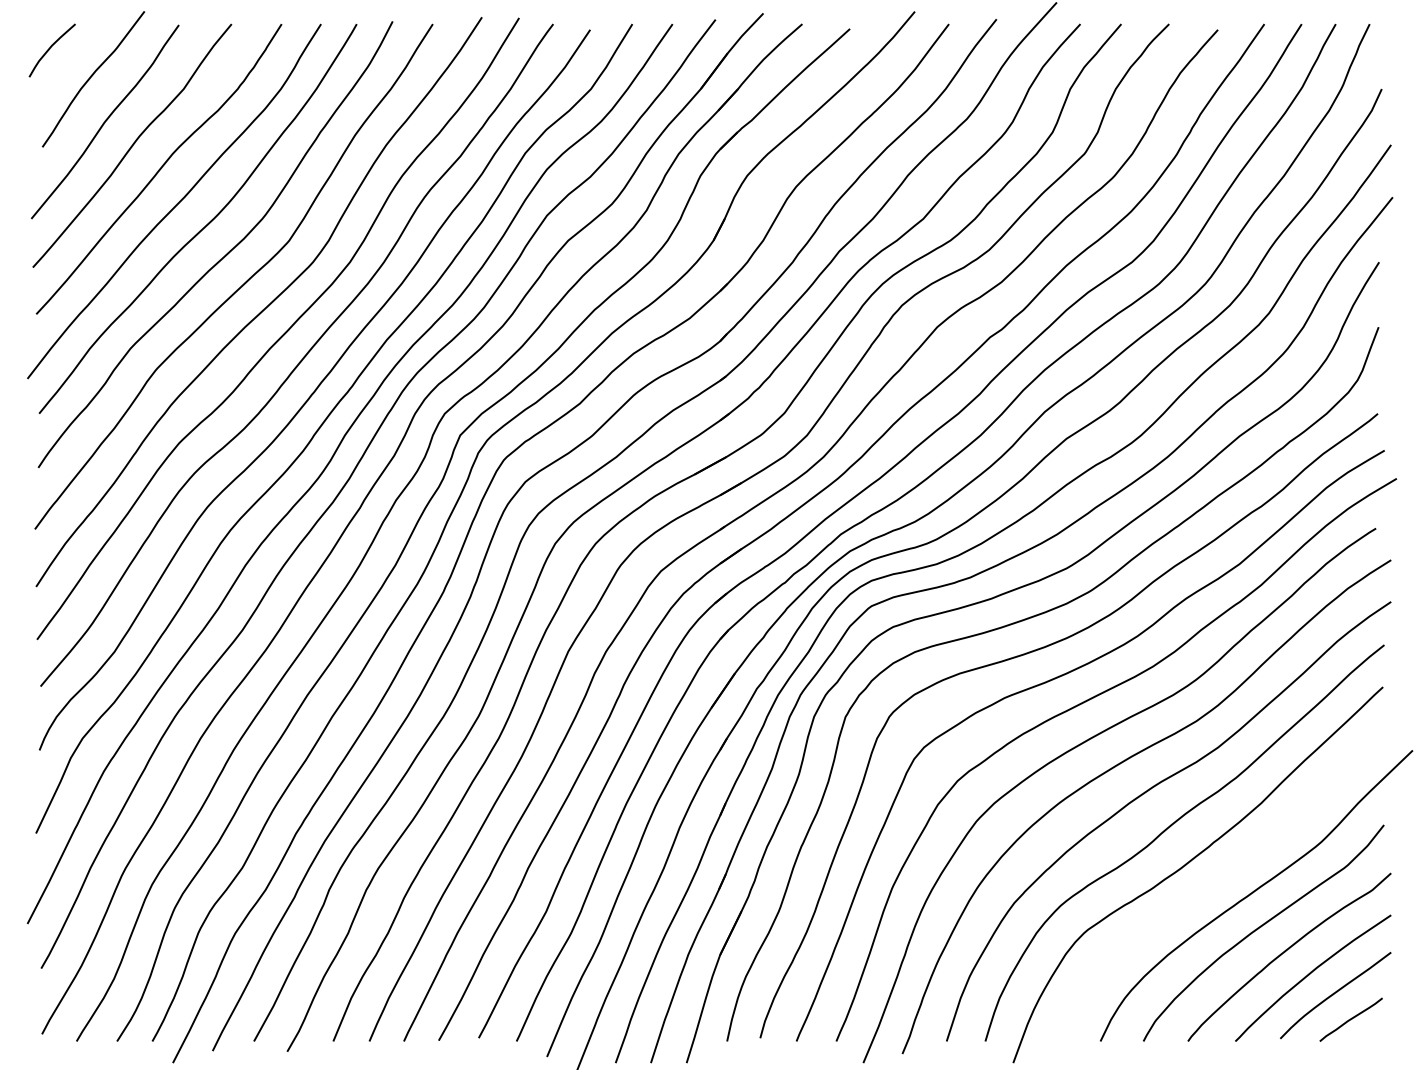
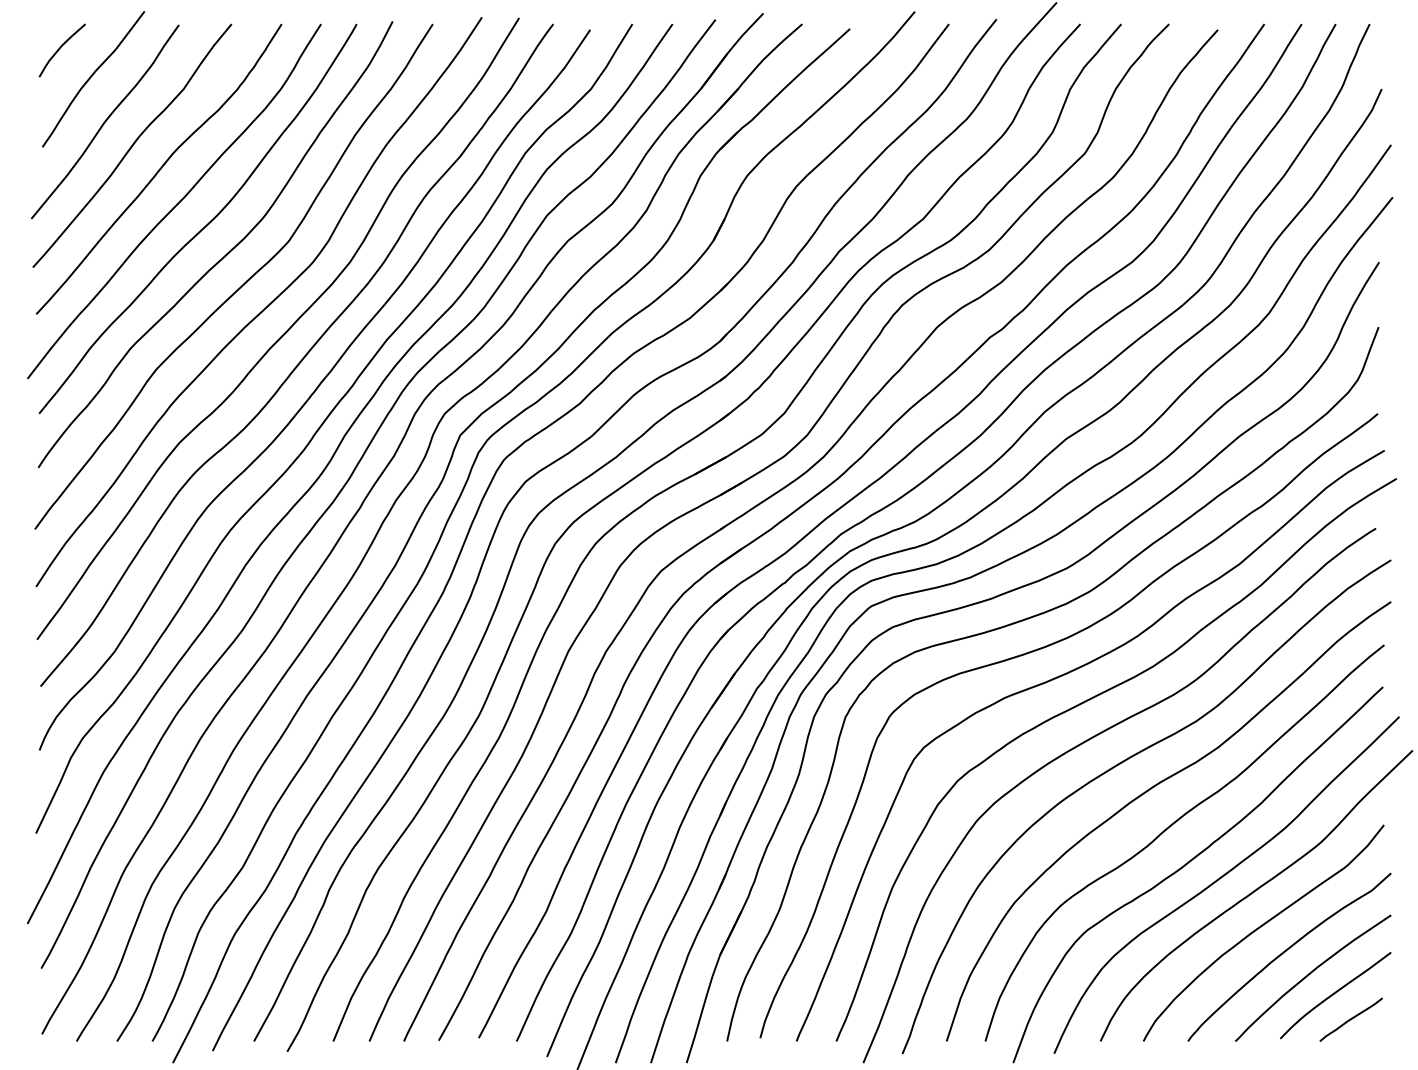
curve at (50, 49) position: (50, 49) -> (60, 49)
curve at (1221, 878): none -> present
